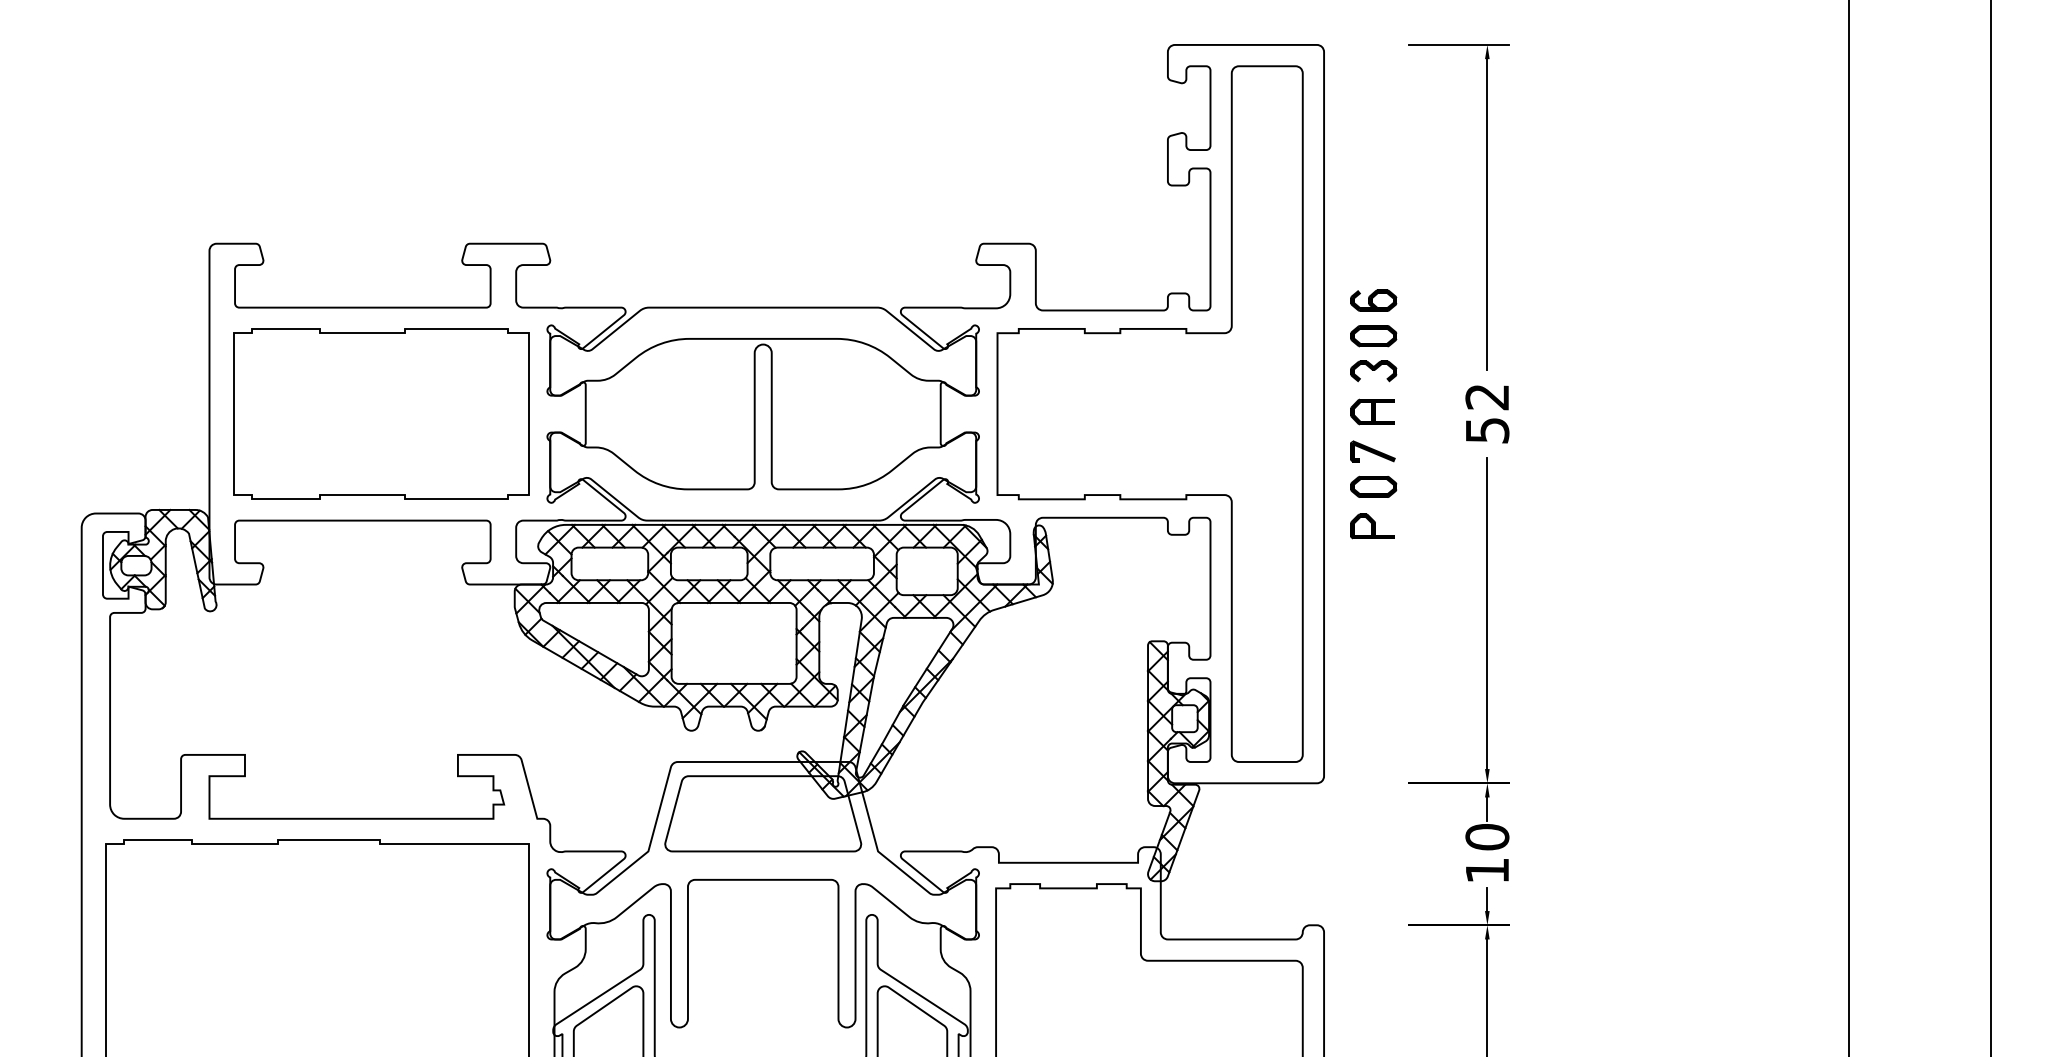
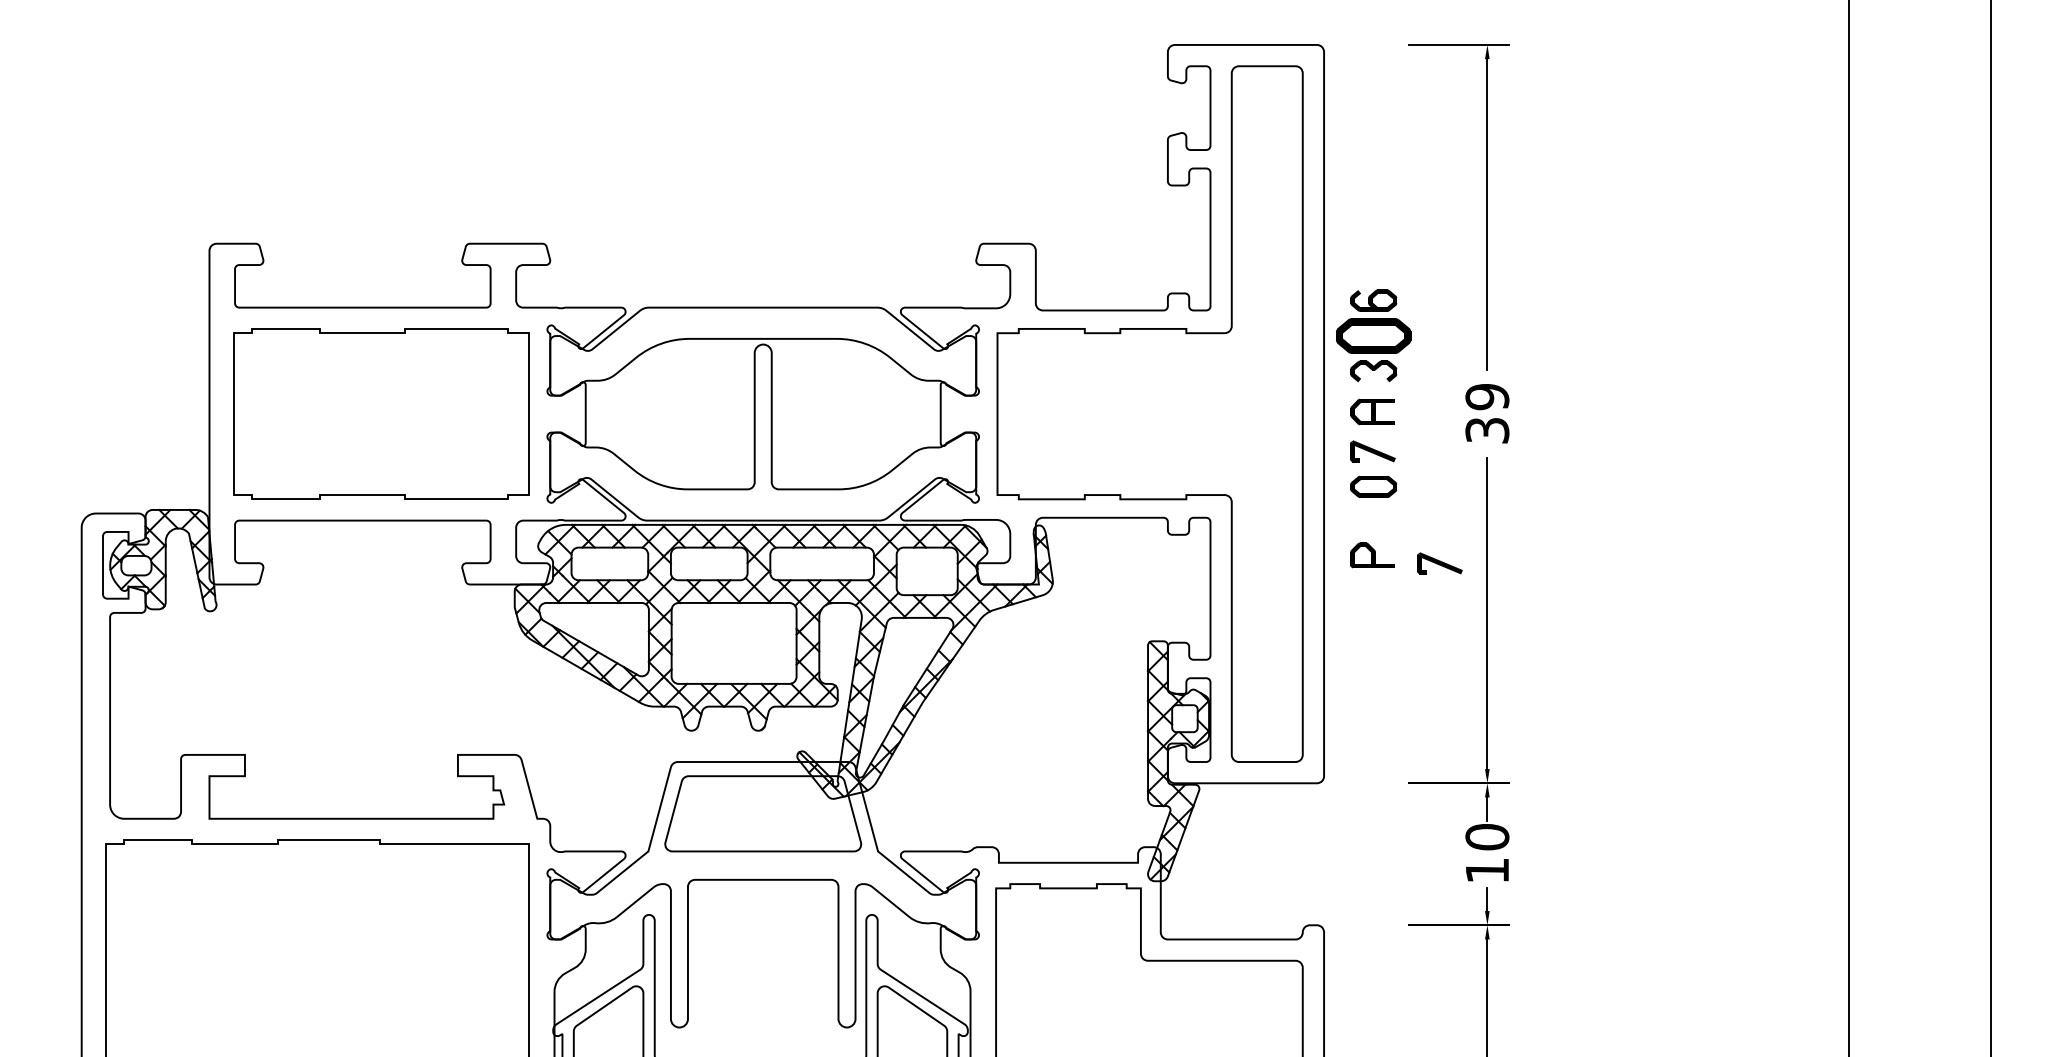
part at (1373, 336) size: 48x23 px -> 76x36 px
text at (1487, 413): 52 -> 39
part at (1372, 526) position: (1372, 526) -> (1372, 555)
part at (1439, 563): none -> present
